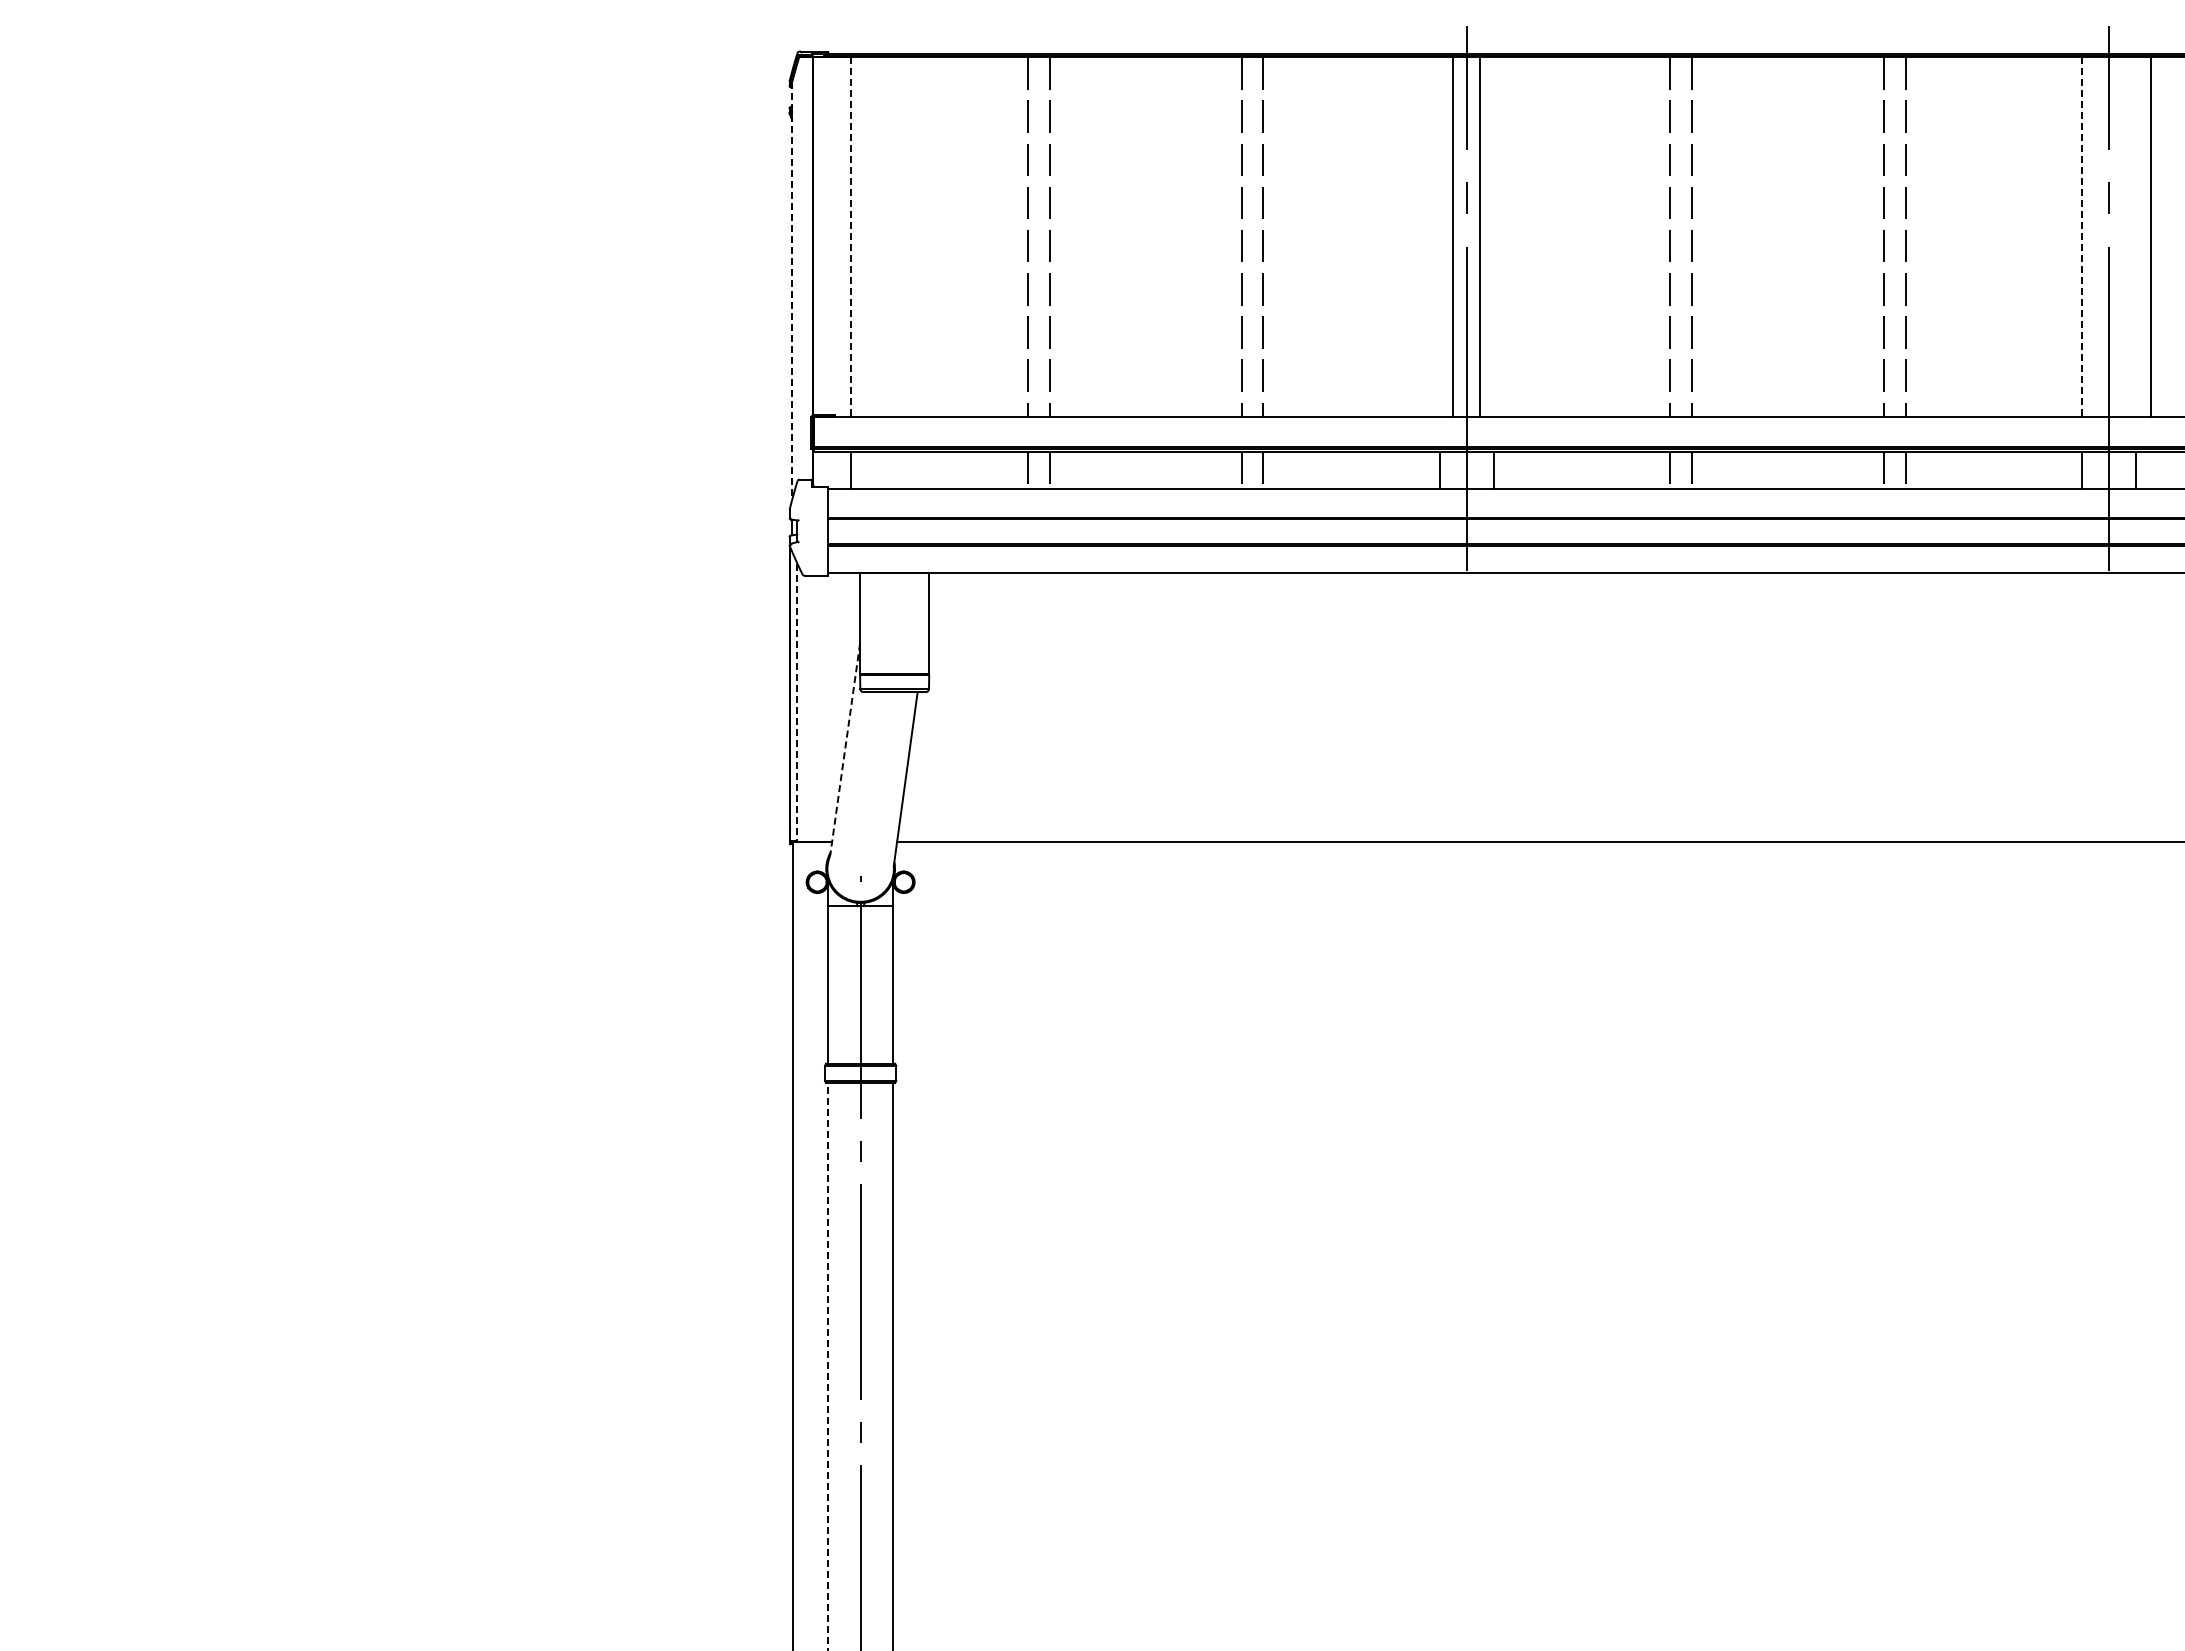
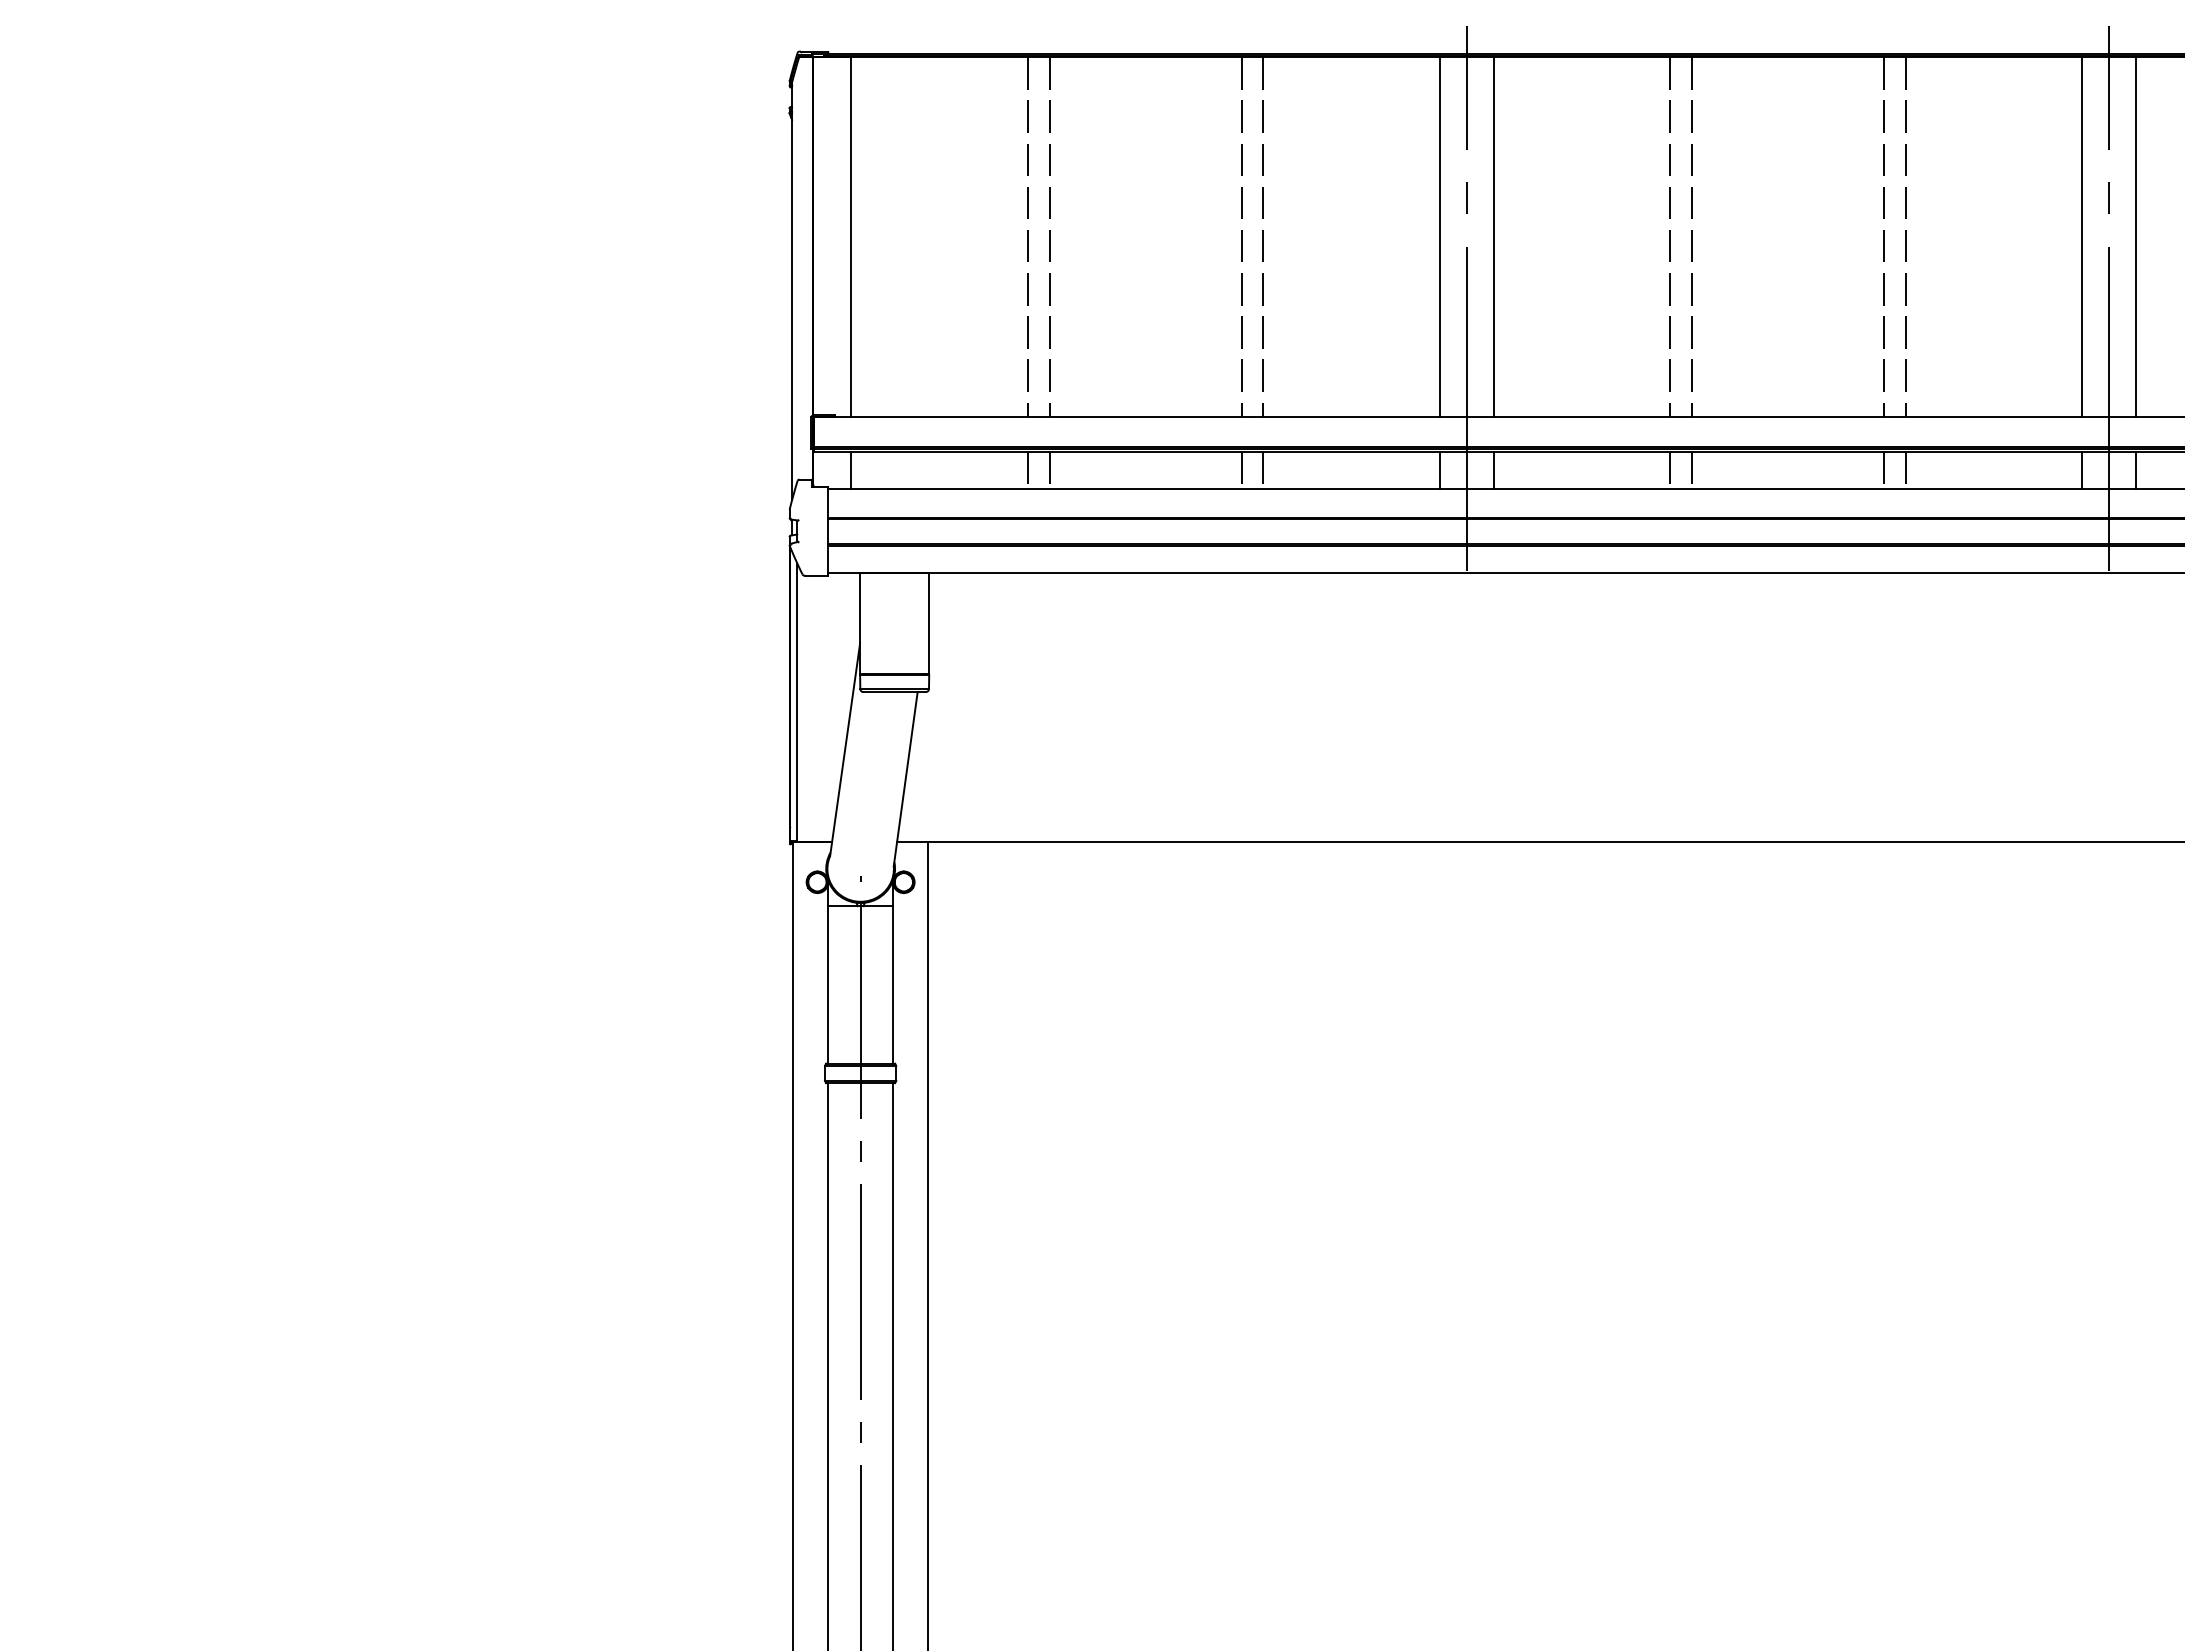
line at (851, 237): dashed -> solid
line at (1452, 237) position: (1452, 237) -> (1439, 237)
line at (1479, 237) position: (1479, 237) -> (1493, 237)
line at (2082, 237): dashed -> solid
line at (2151, 237) position: (2151, 237) -> (2136, 237)
line at (792, 291): dashed -> solid
line at (797, 702): dashed -> solid
line at (845, 749): dashed -> solid
line at (928, 1244): none -> present
line at (828, 1366): dashed -> solid
